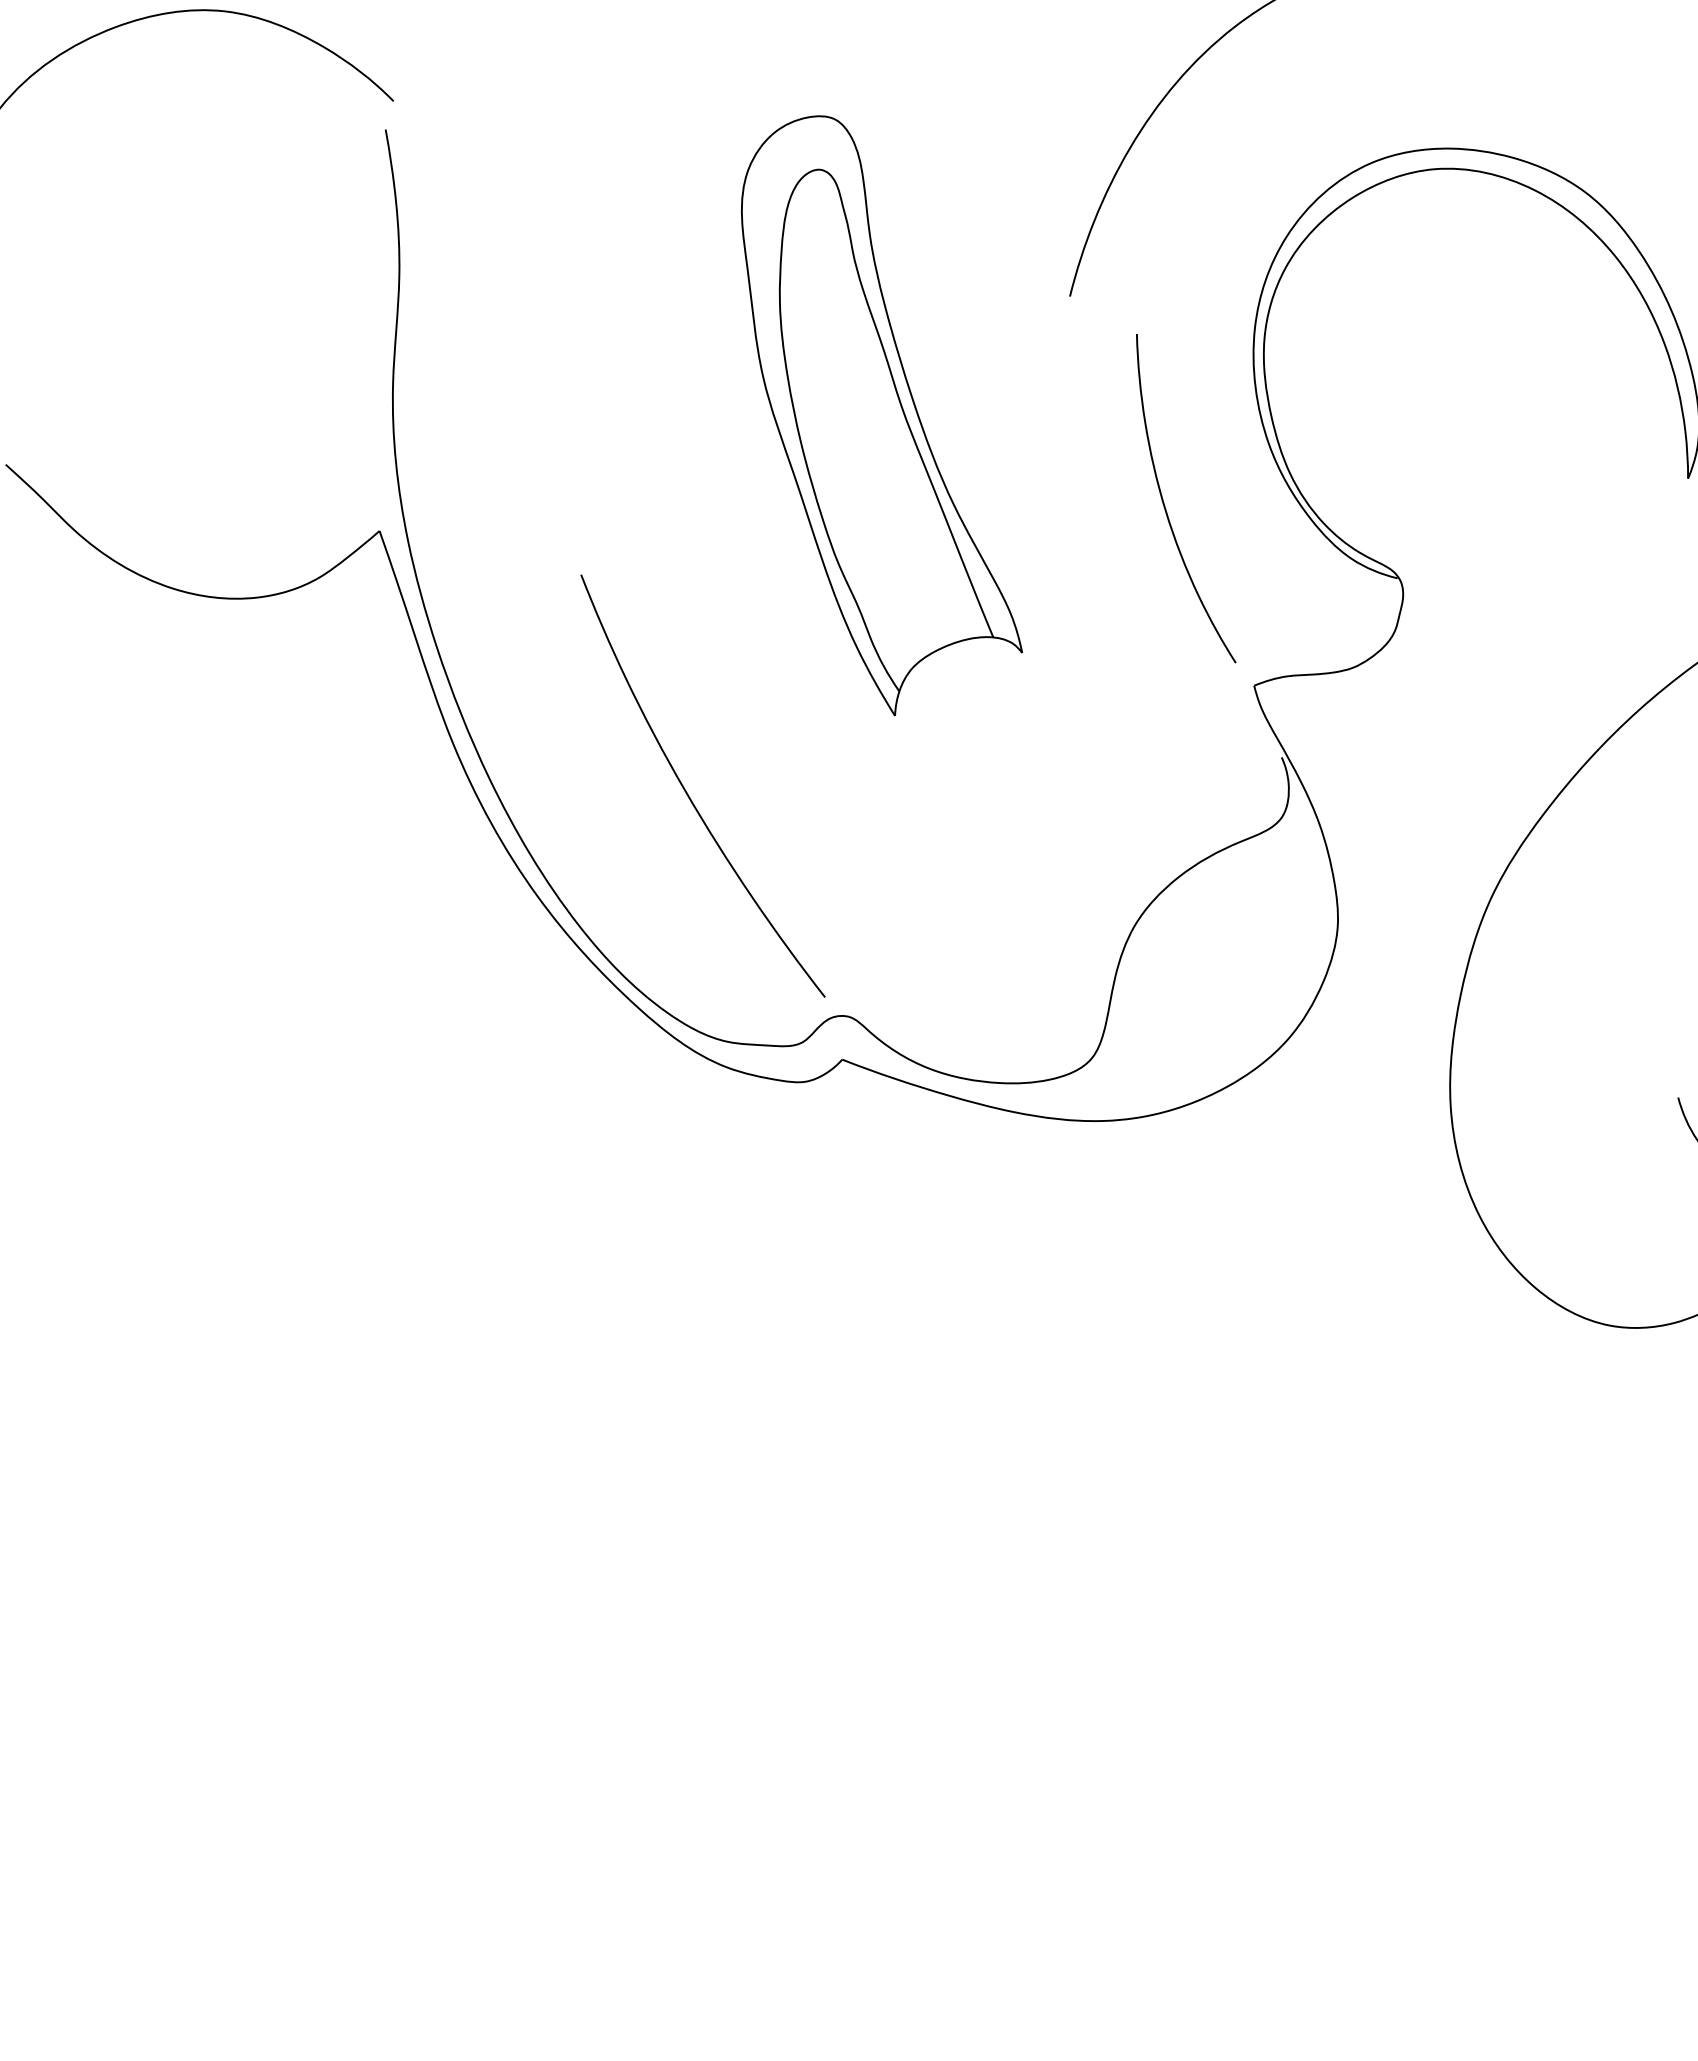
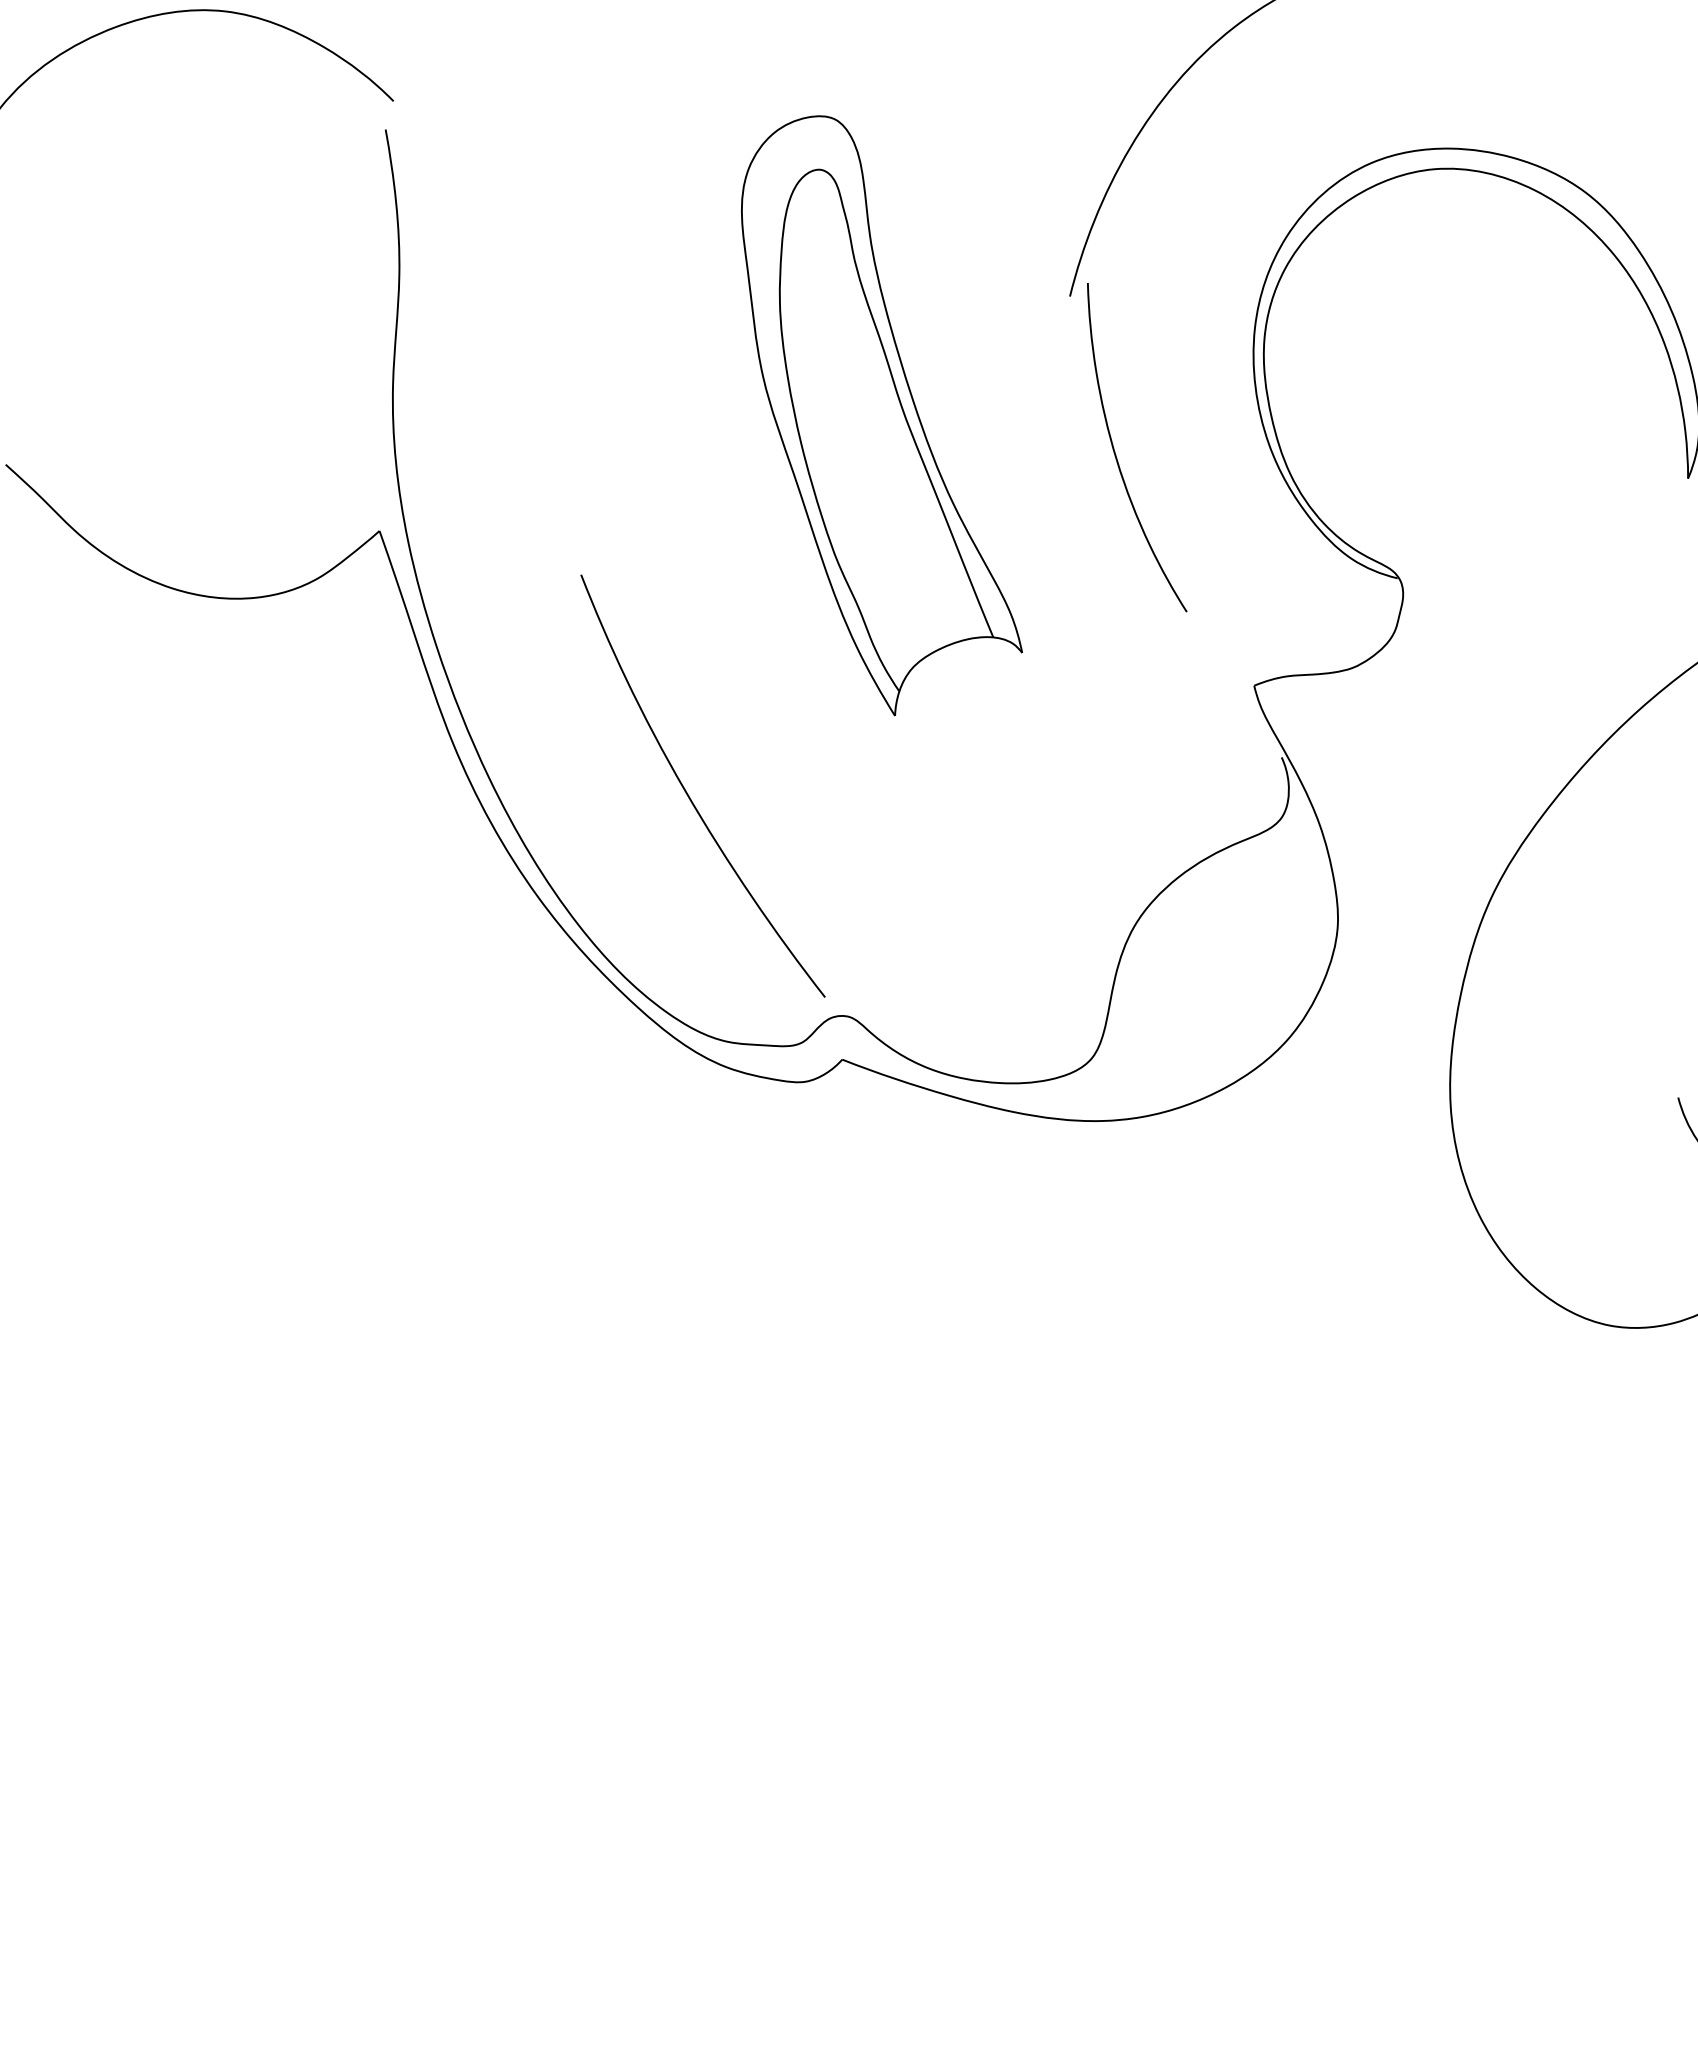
curve at (1165, 505) position: (1165, 505) -> (1116, 454)
